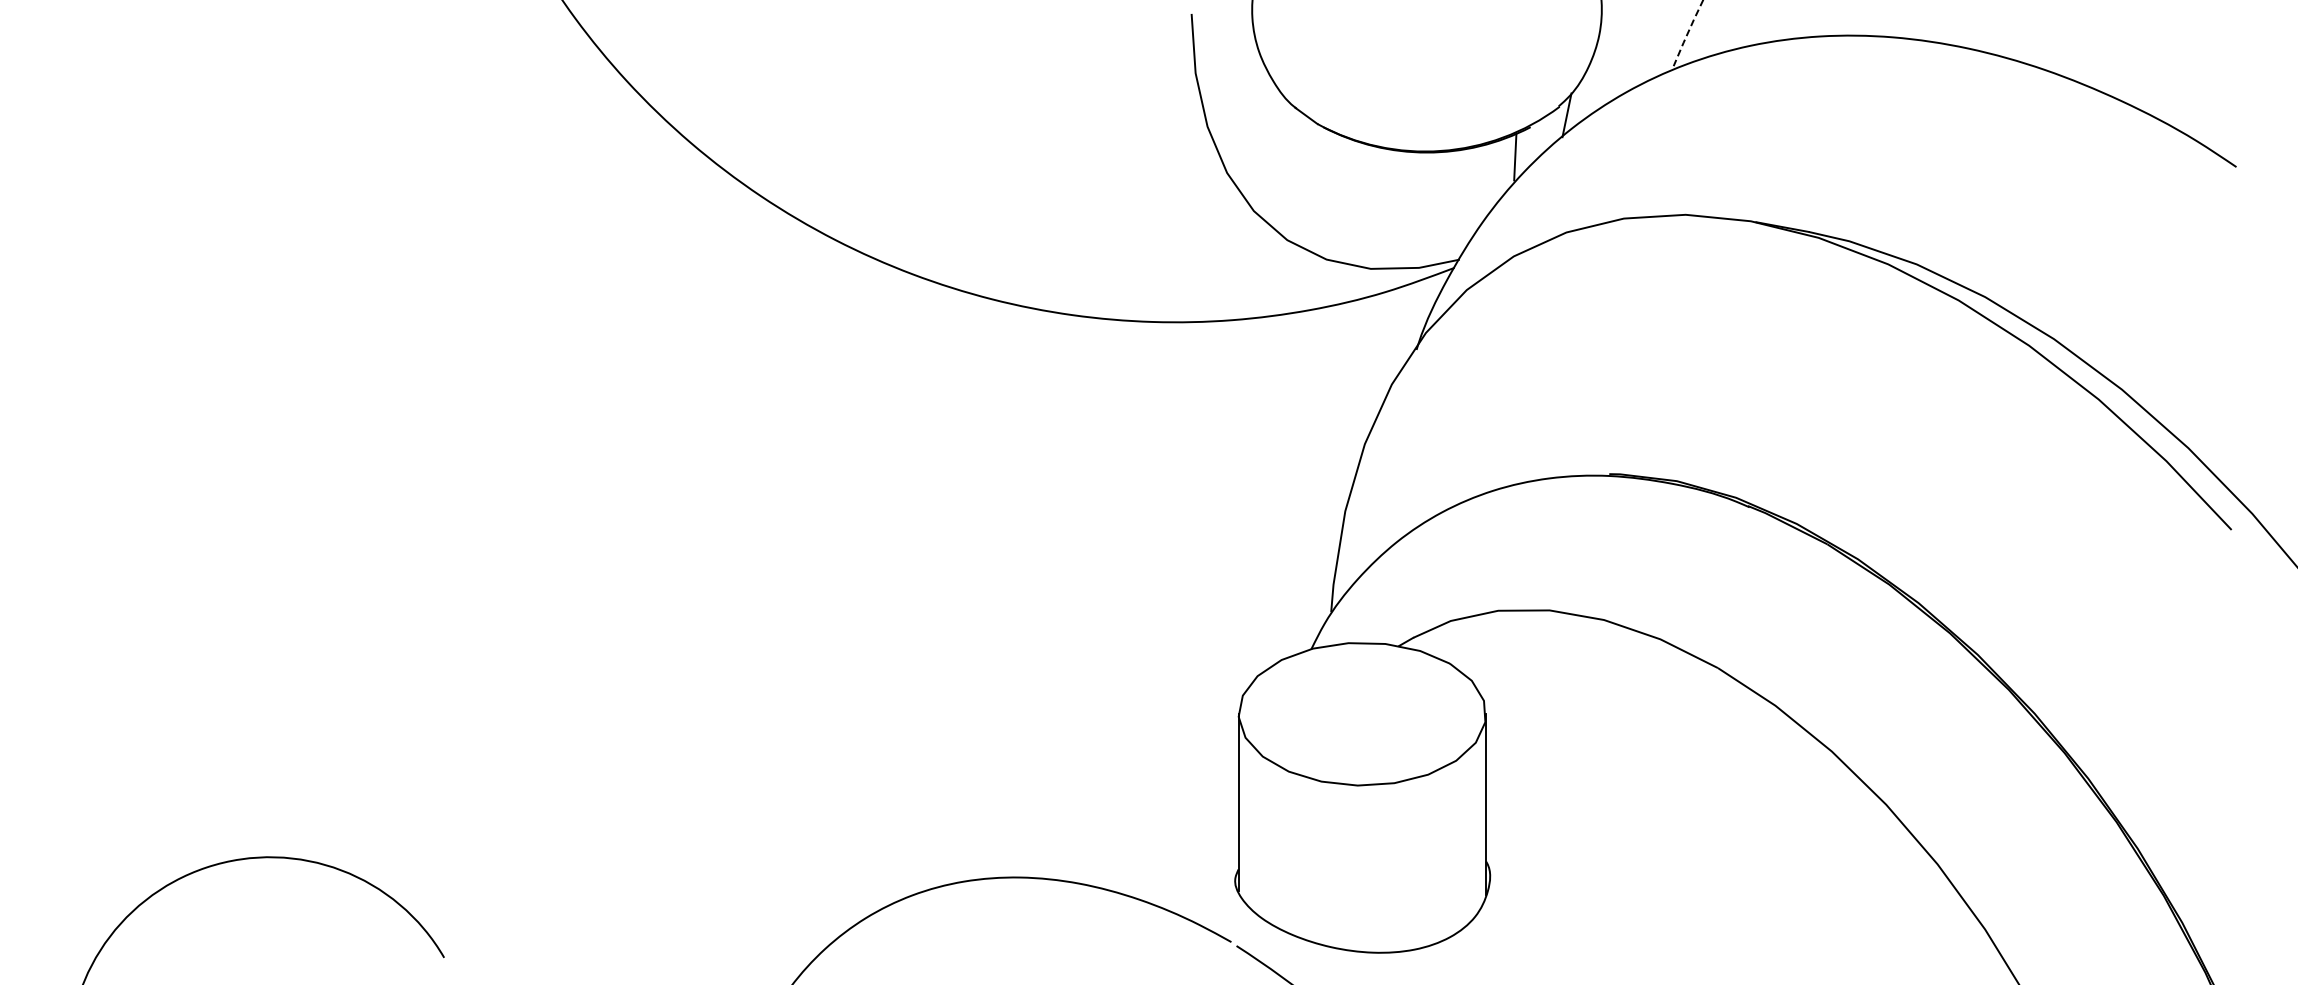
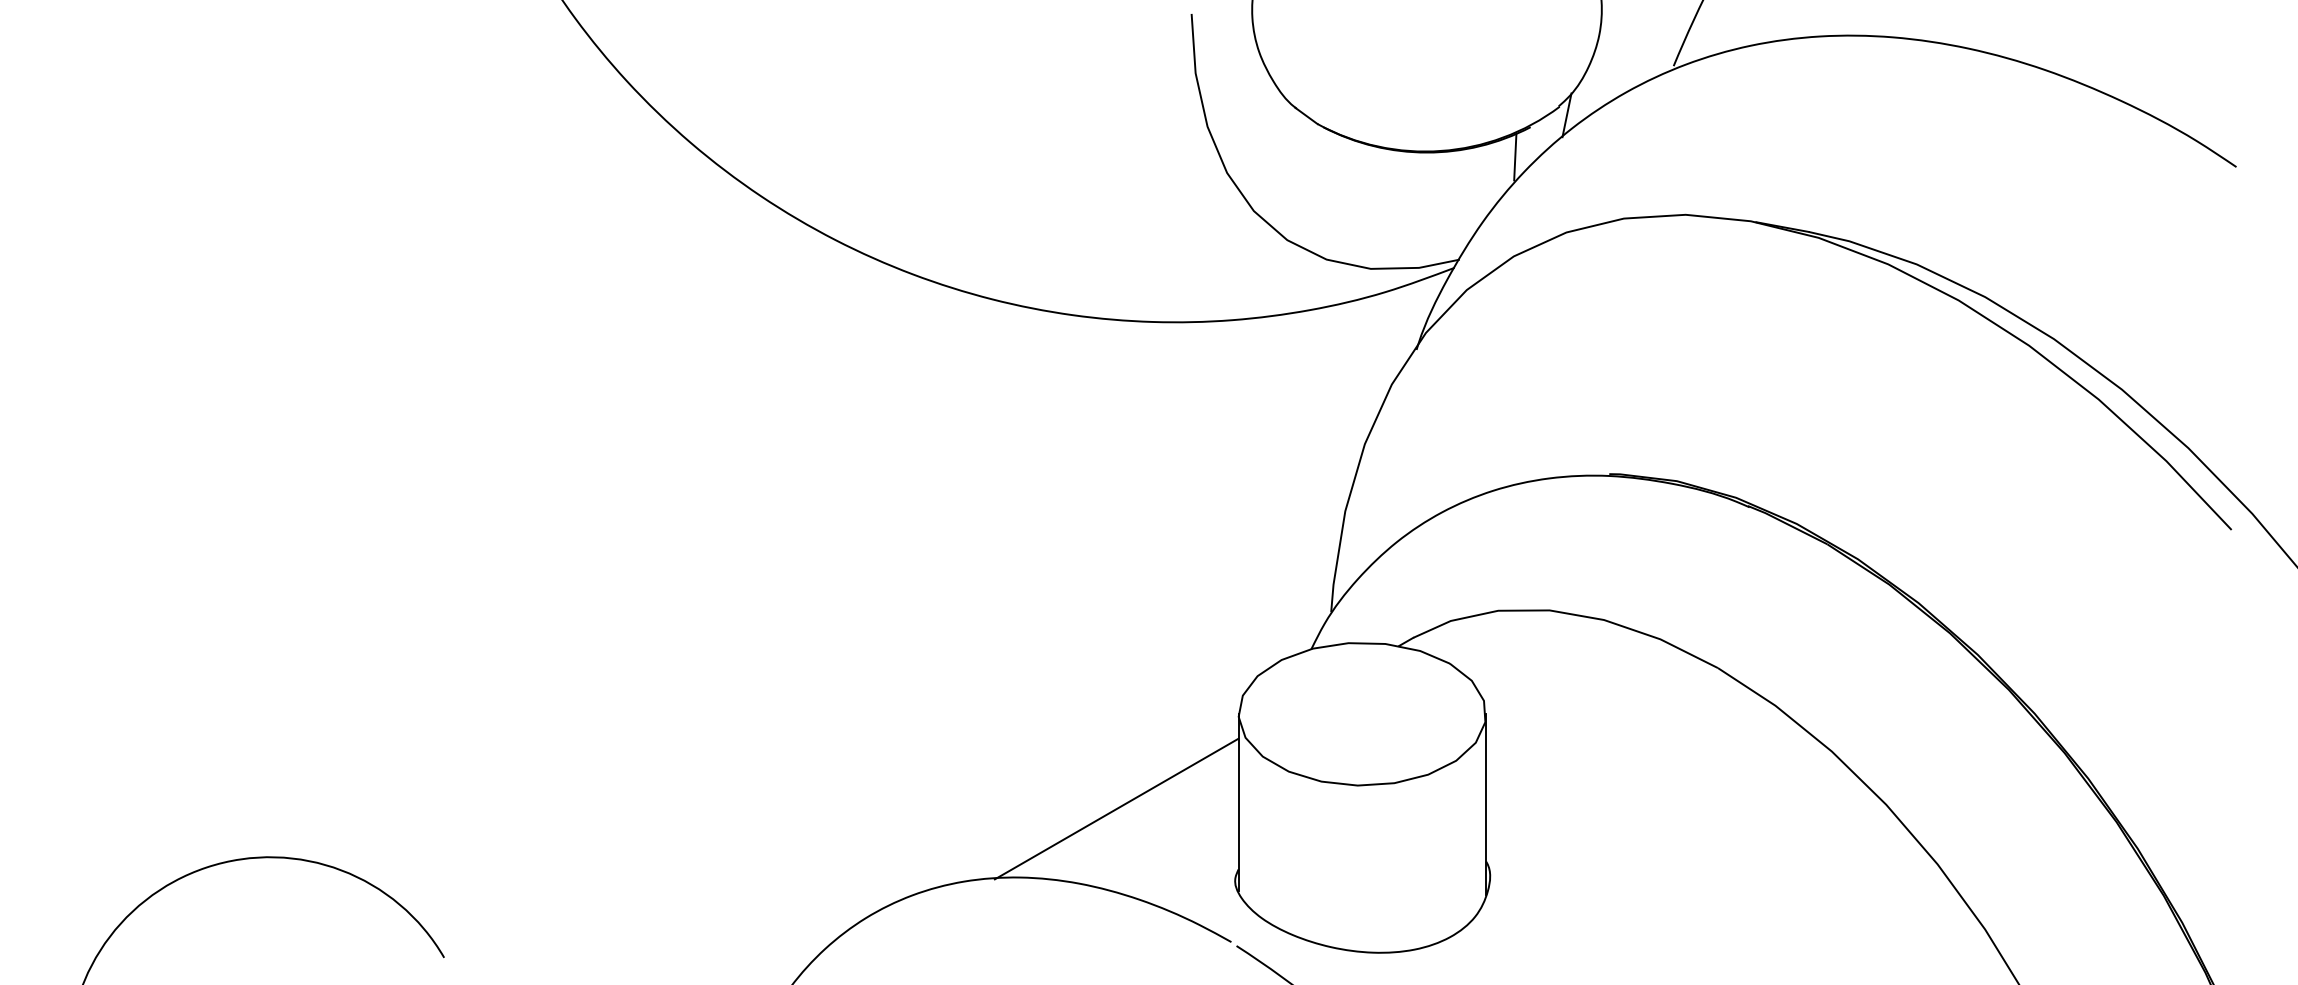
arc at (1687, 33): dashed -> solid
line at (1116, 808): none -> present
